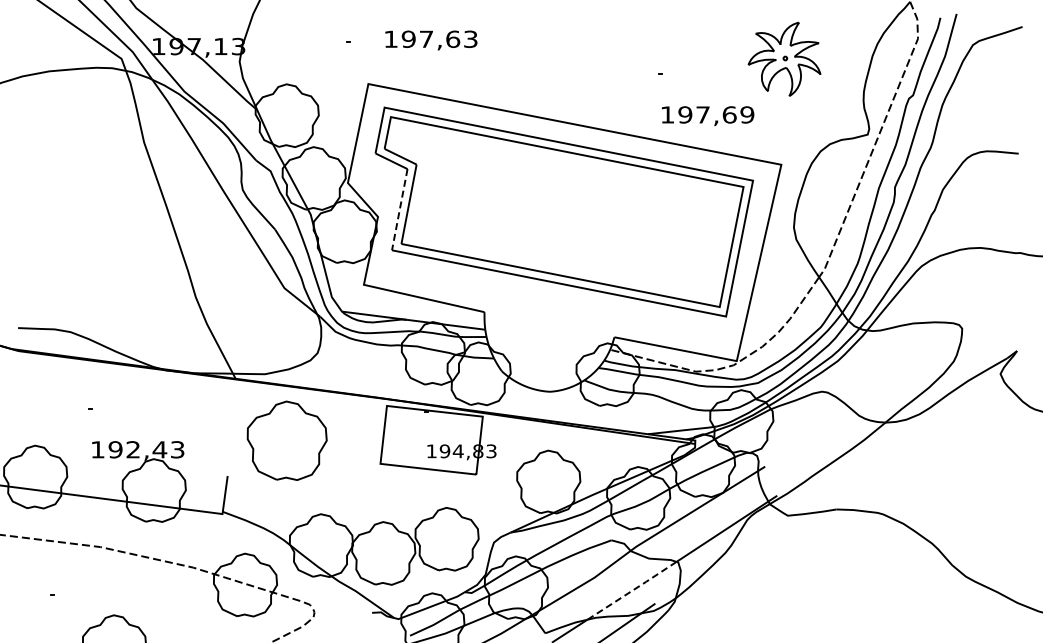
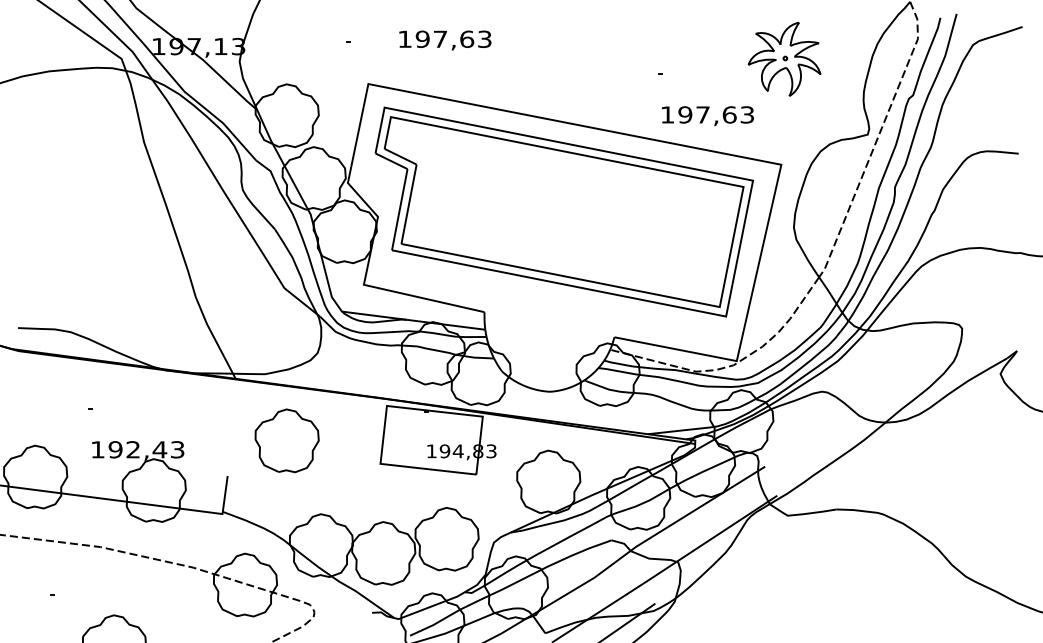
text at (431, 40) position: (431, 40) -> (445, 40)
text at (747, 114): 197,69 -> 197,63
line at (399, 210): dashed -> solid
part at (286, 440) size: 82x81 px -> 66x66 px
line at (632, 590): dashed -> solid
